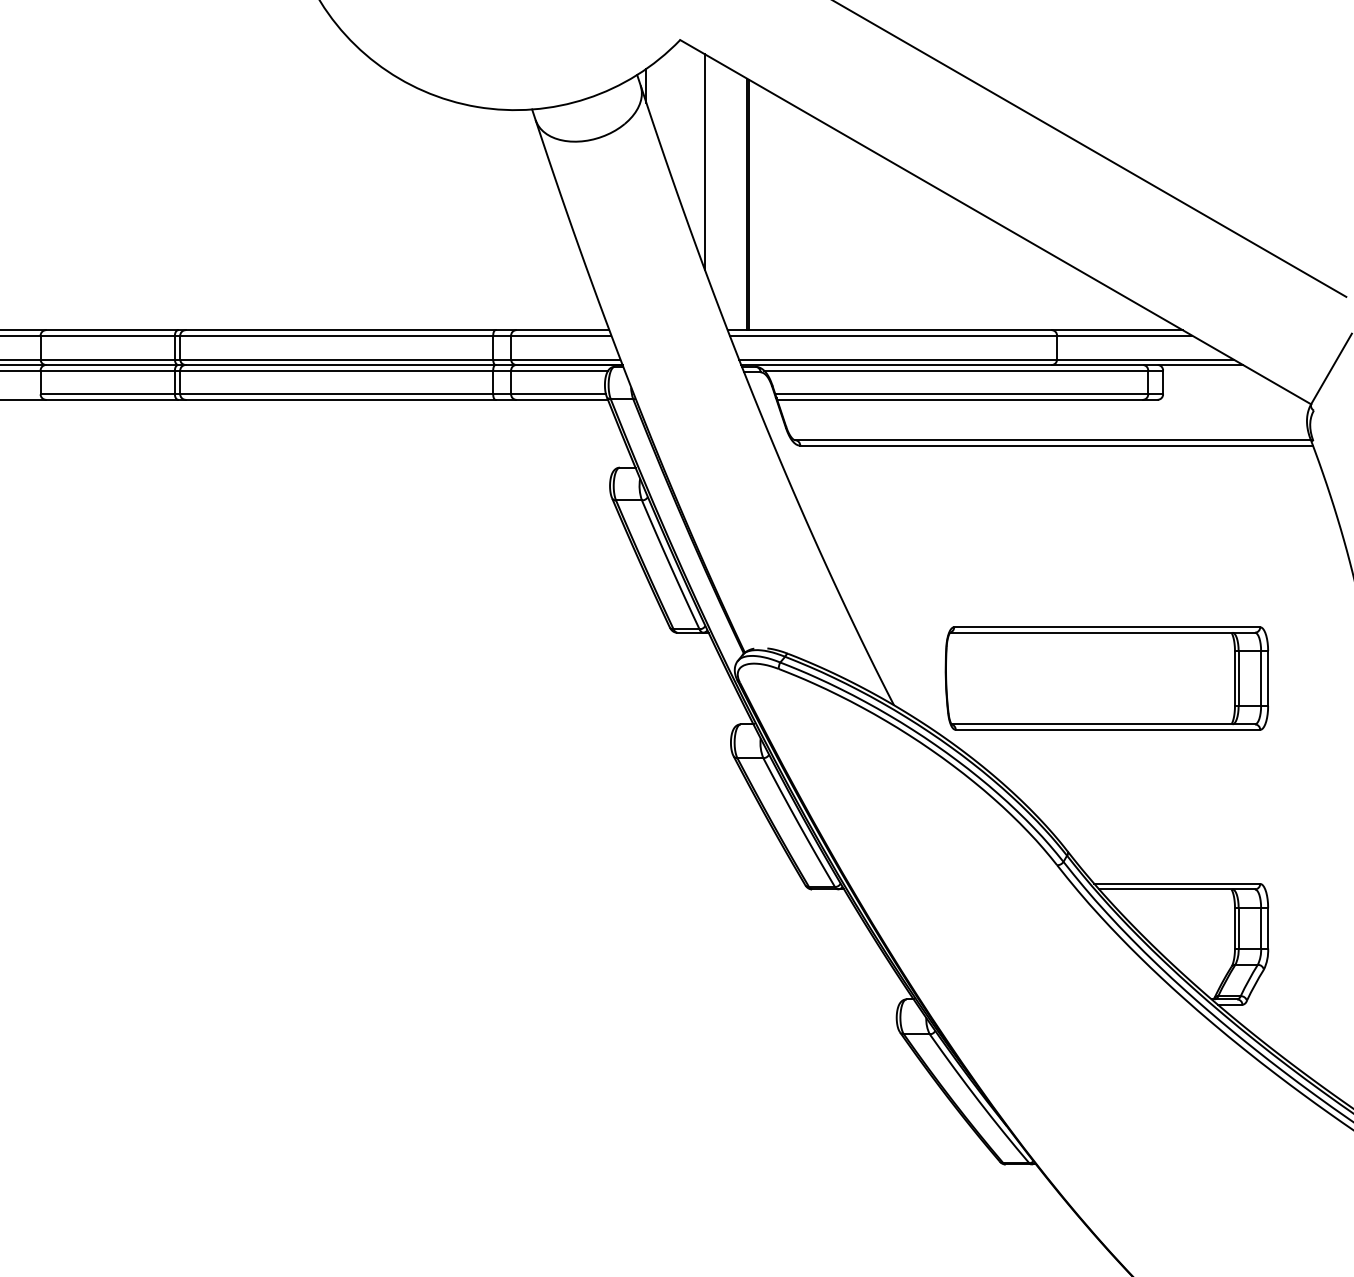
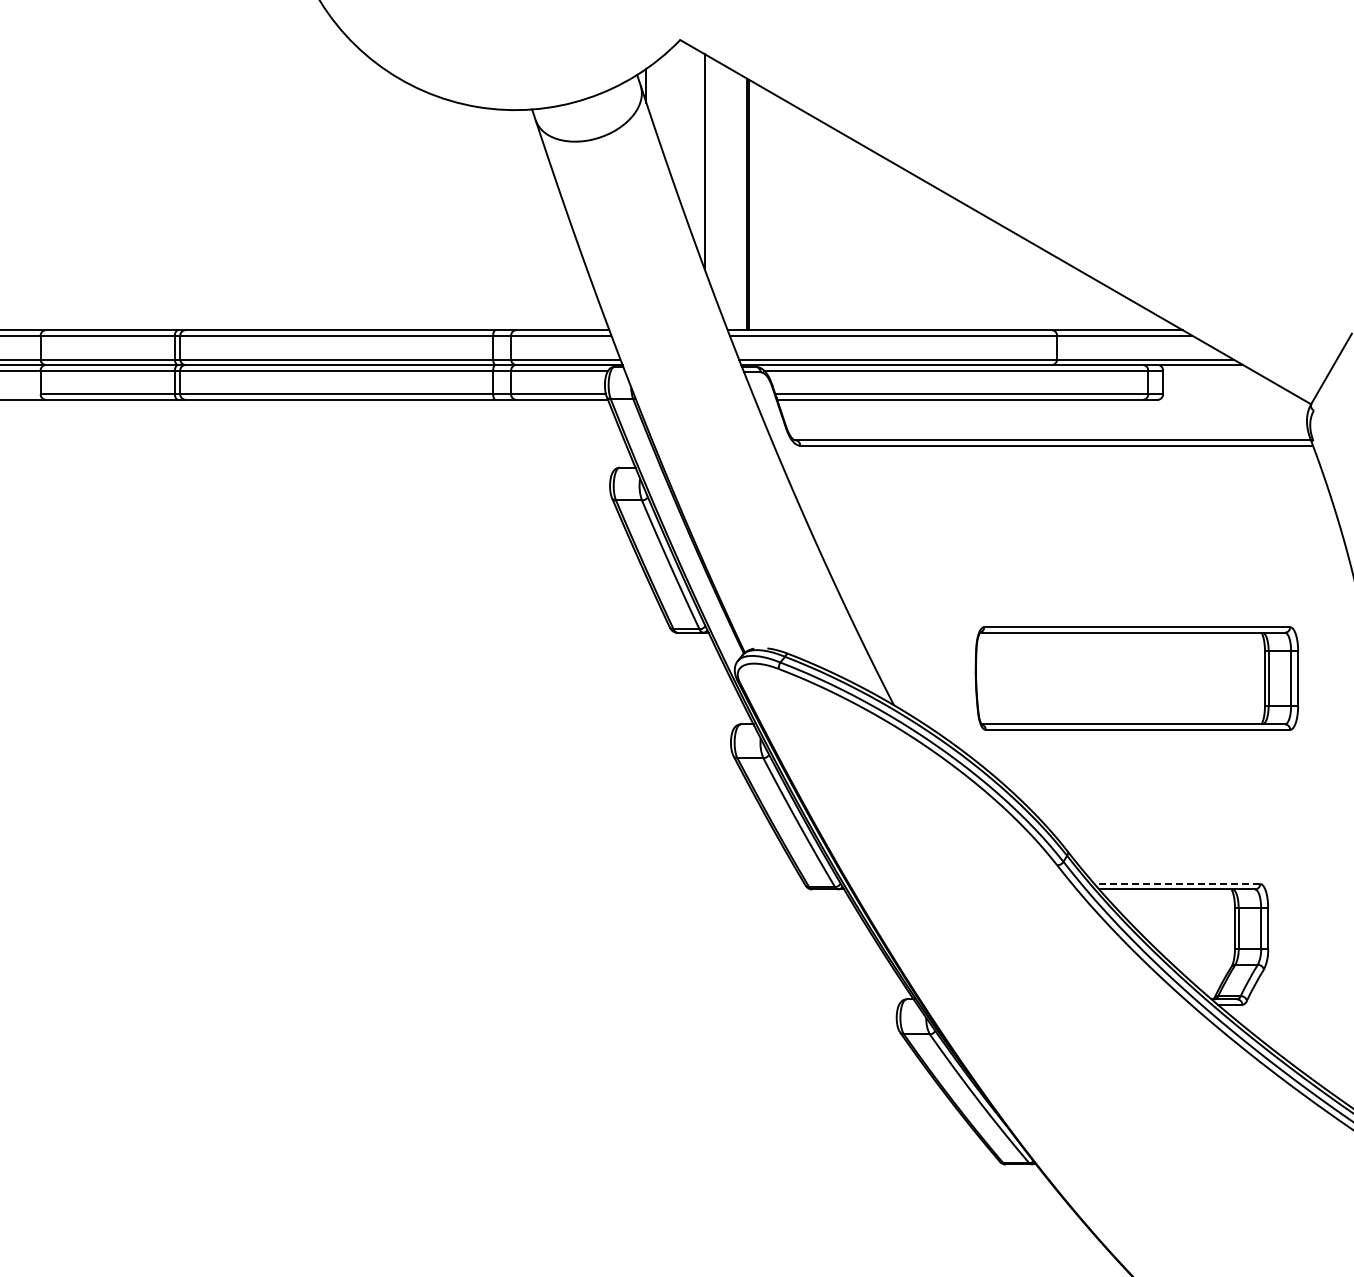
line at (1091, 149): present -> none
part at (1106, 678) position: (1106, 678) -> (1136, 678)
line at (1177, 883): solid -> dashed
